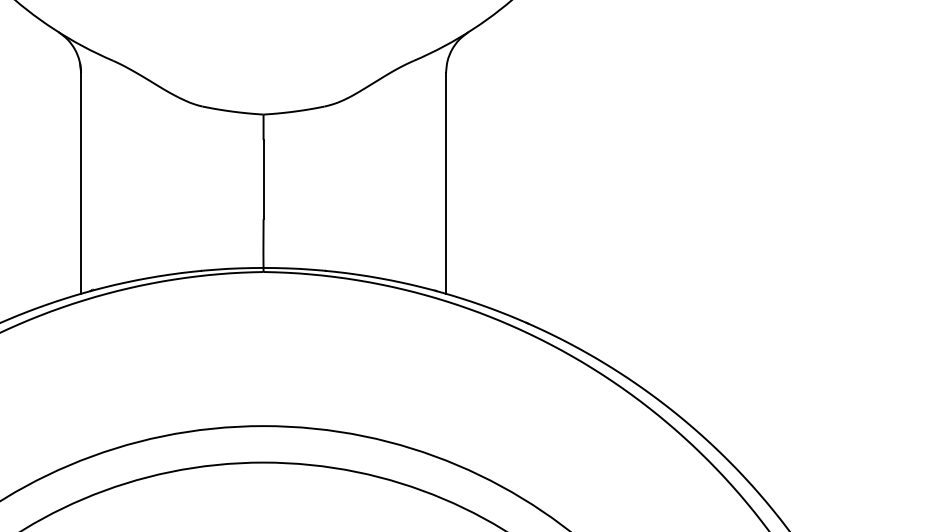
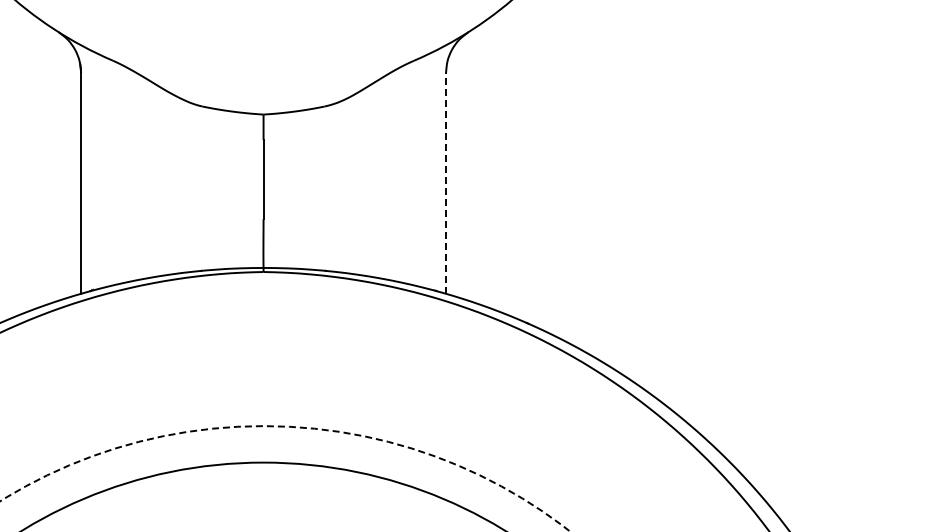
line at (446, 183): solid -> dashed
circle at (285, 478): solid -> dashed
